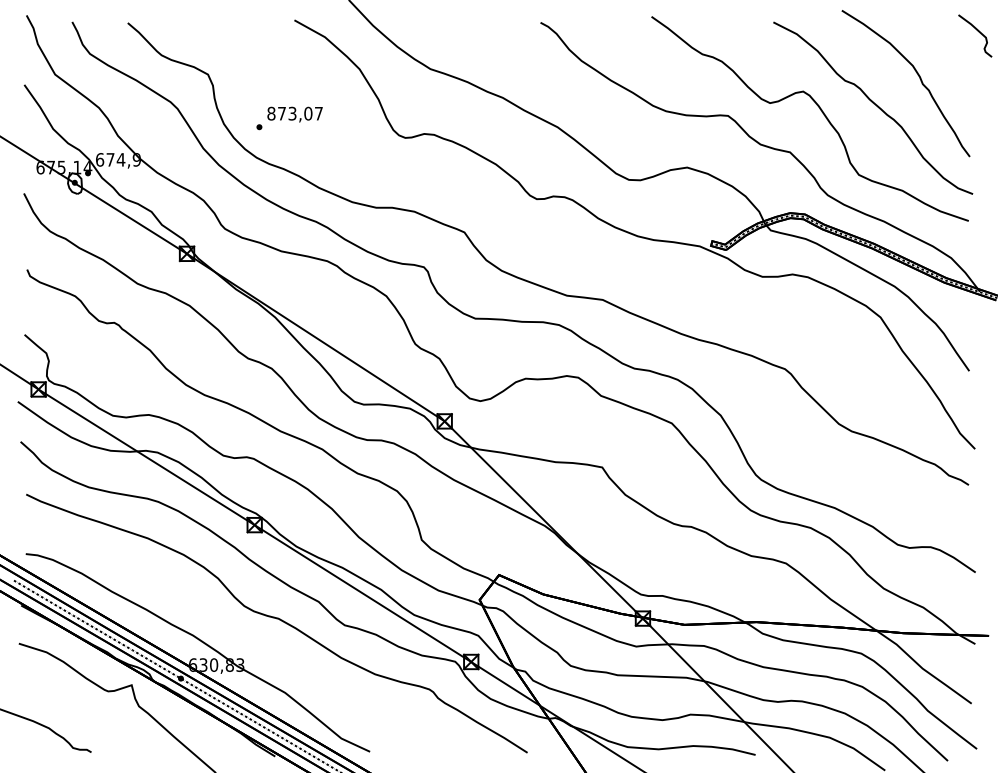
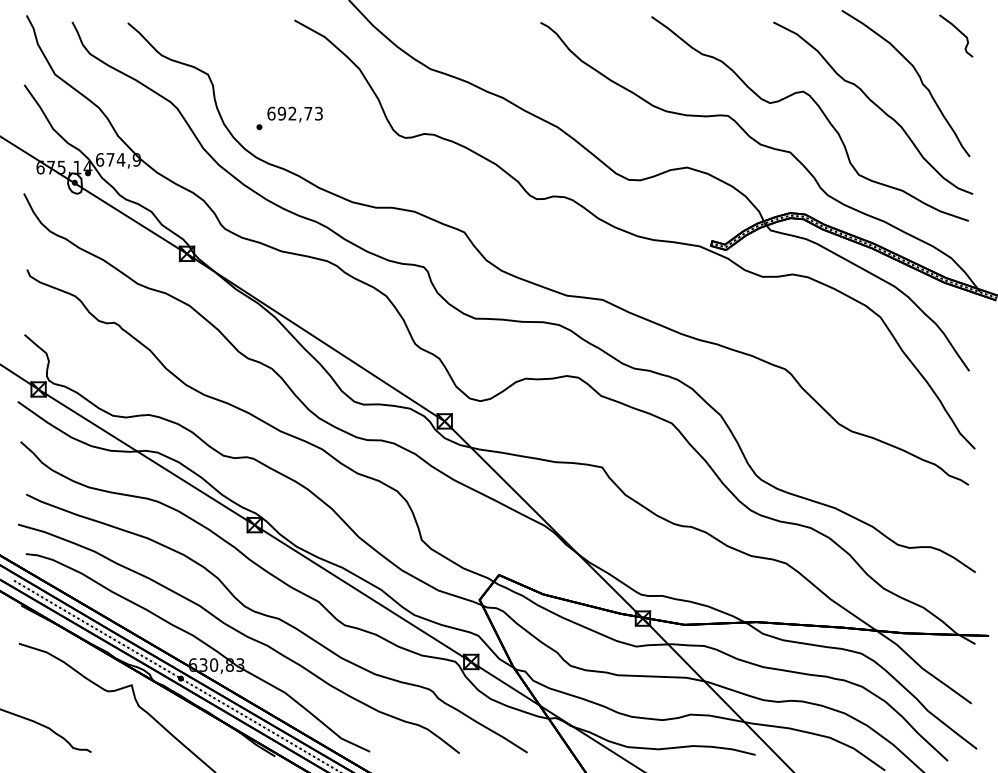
curve at (978, 32) position: (978, 32) -> (959, 32)
text at (294, 113): 873,07 -> 692,73
curve at (241, 634): none -> present
